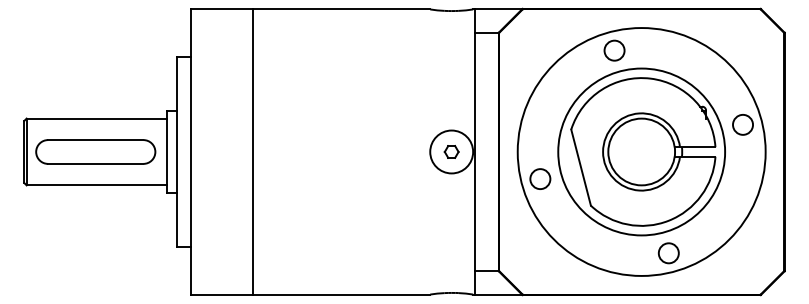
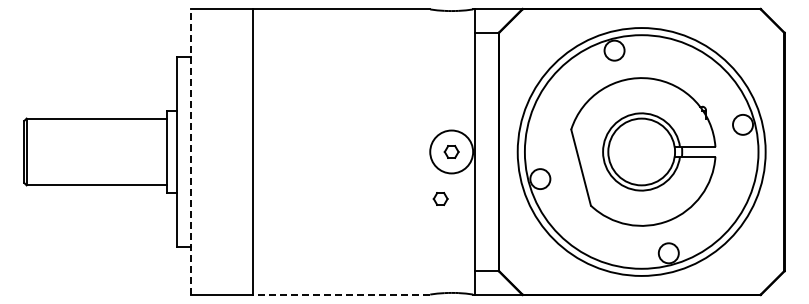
part at (95, 151): present -> none
line at (191, 151): solid -> dashed
circle at (641, 151) diameter: 167 px -> 234 px
part at (440, 198): none -> present
line at (341, 294): solid -> dashed
